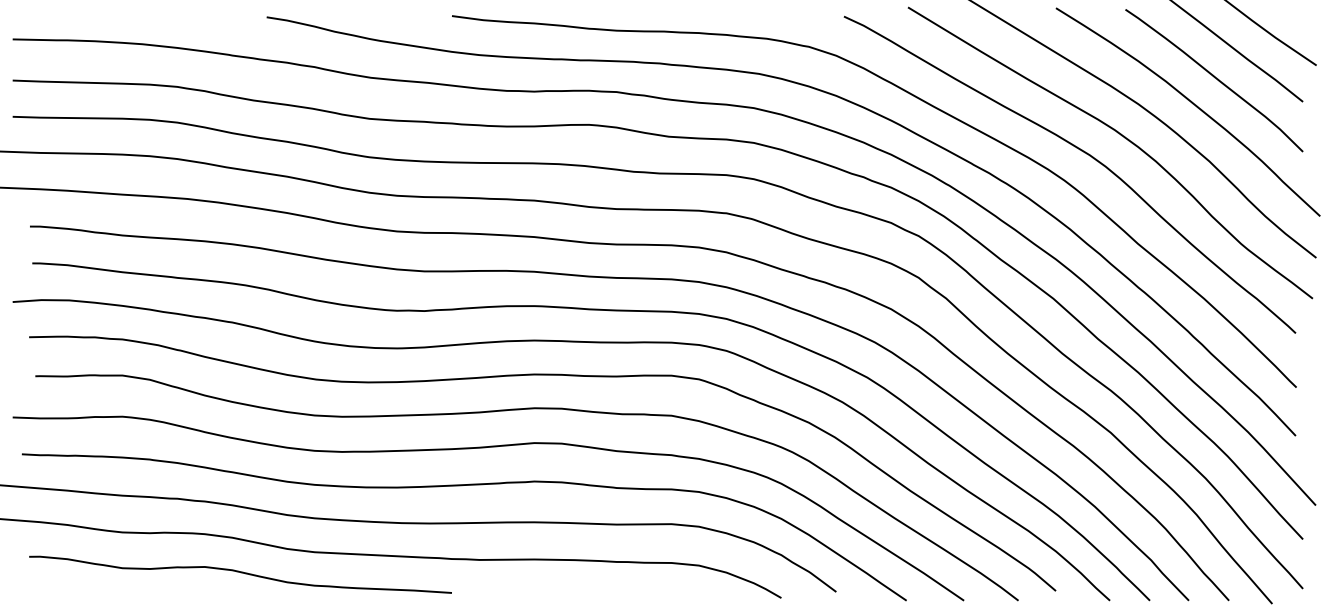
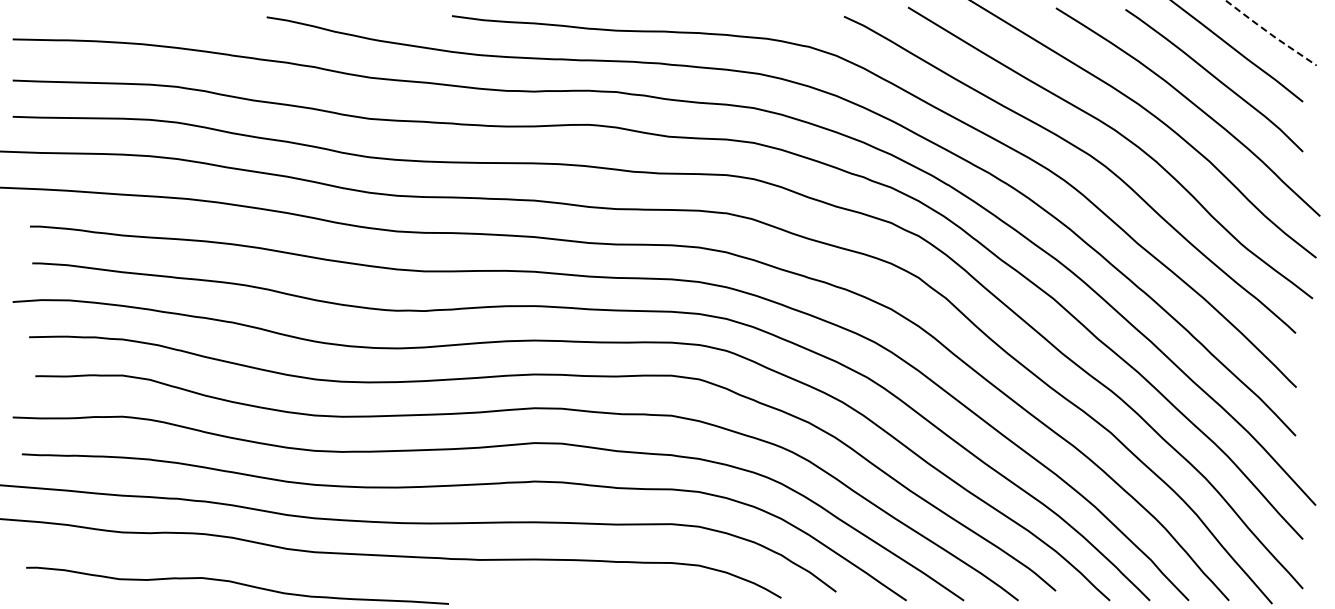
line at (1270, 34): solid -> dashed
curve at (241, 573) position: (241, 573) -> (238, 584)
